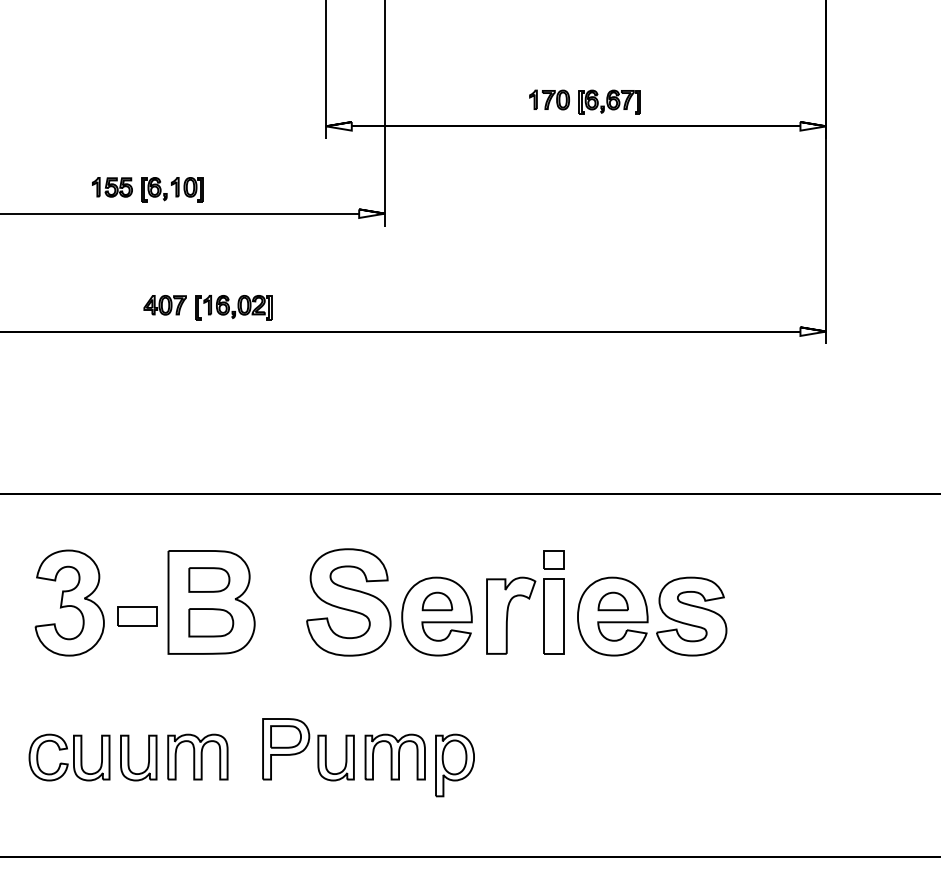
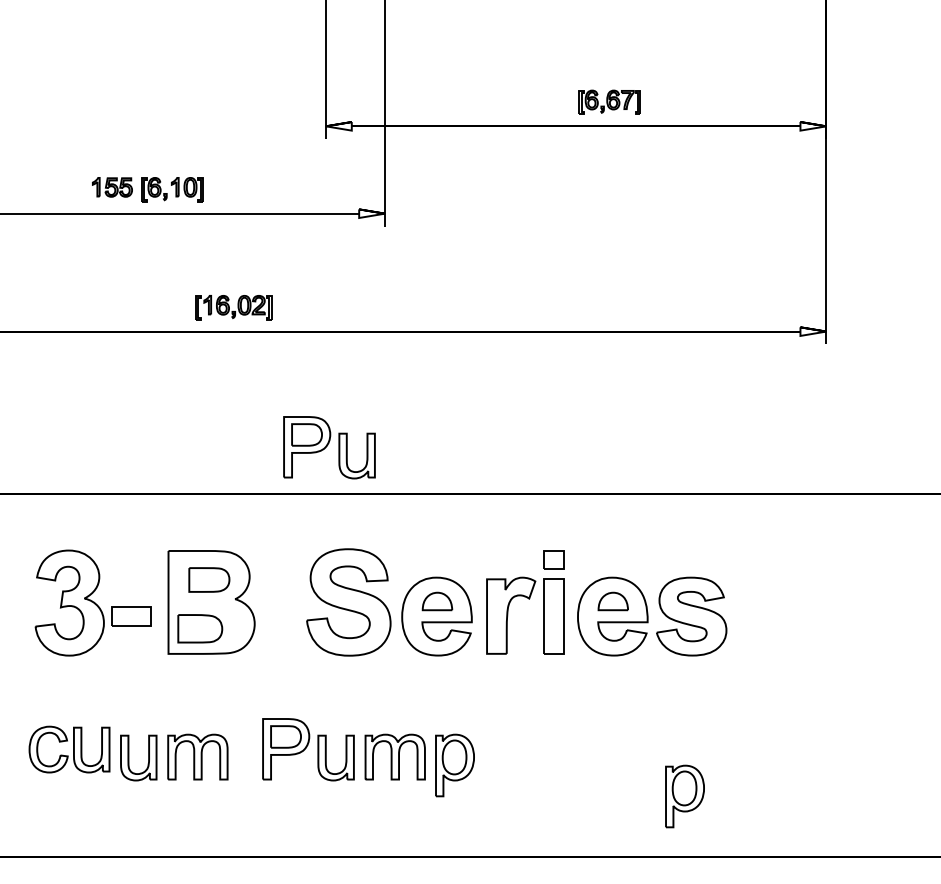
part at (549, 99): present -> none
part at (164, 305): present -> none
part at (329, 447): none -> present
part at (137, 616) position: (137, 616) -> (131, 616)
part at (211, 622) position: (211, 622) -> (200, 628)
part at (69, 757) position: (69, 757) -> (69, 749)
part at (684, 796): none -> present
